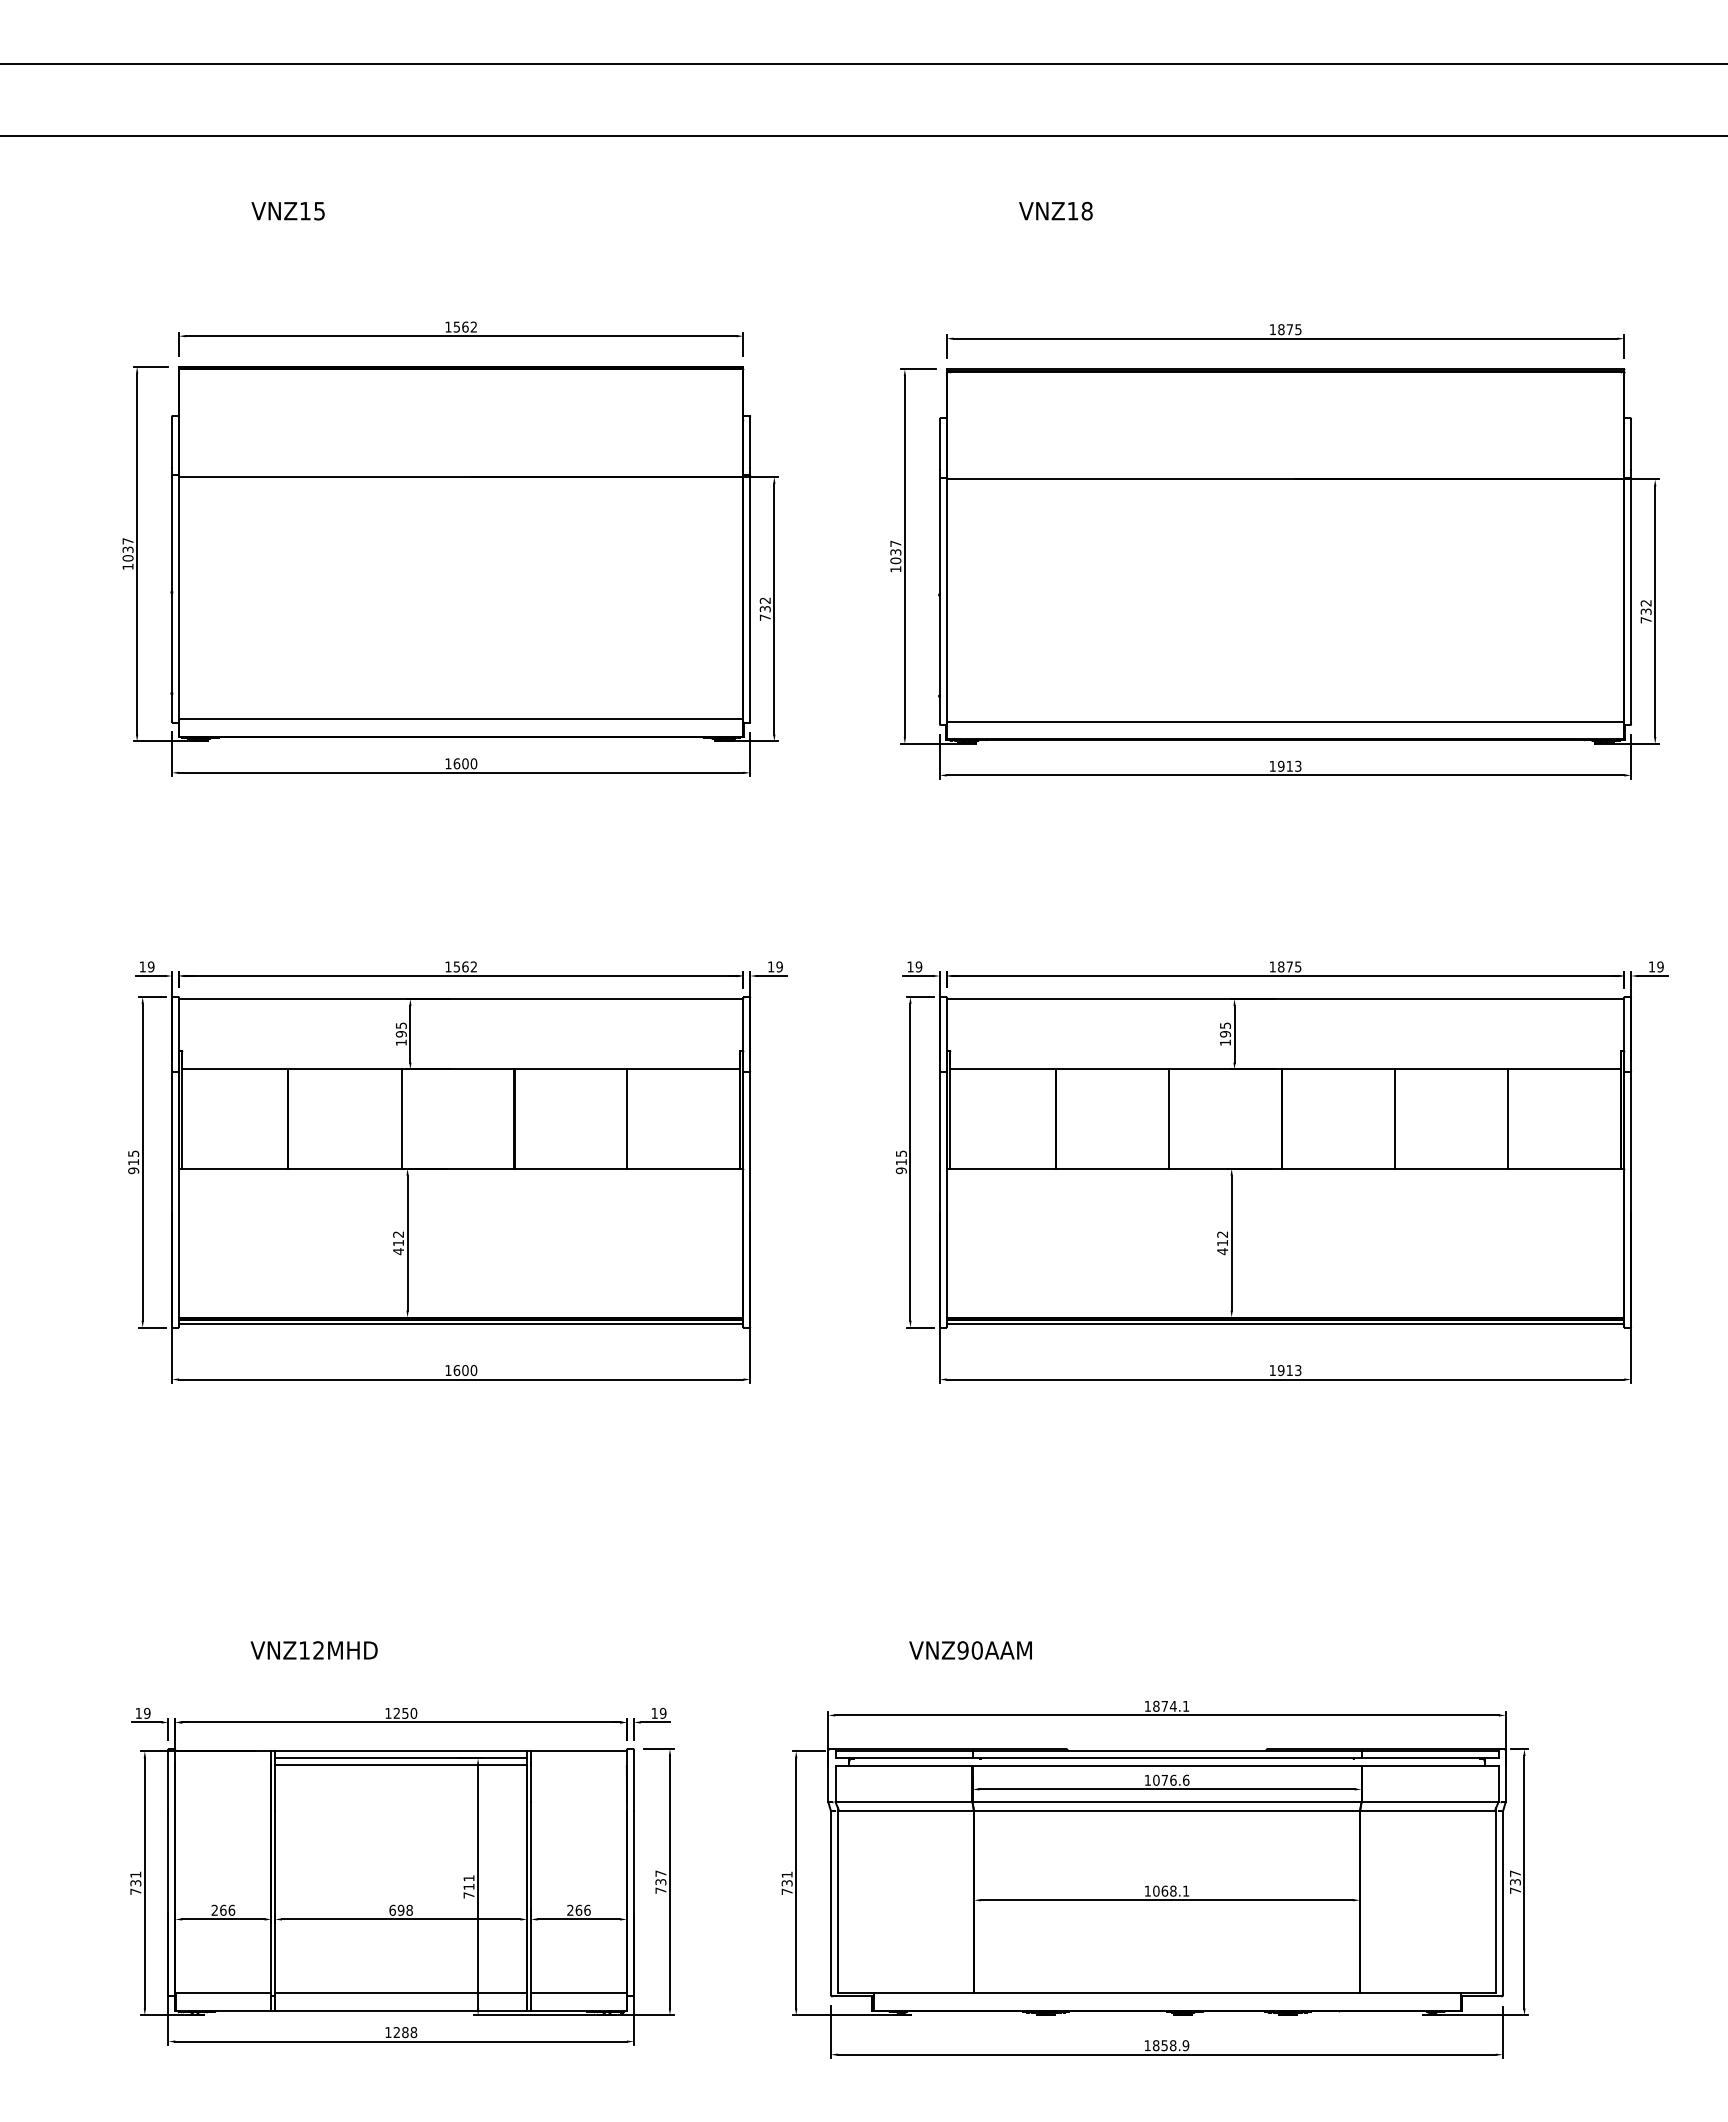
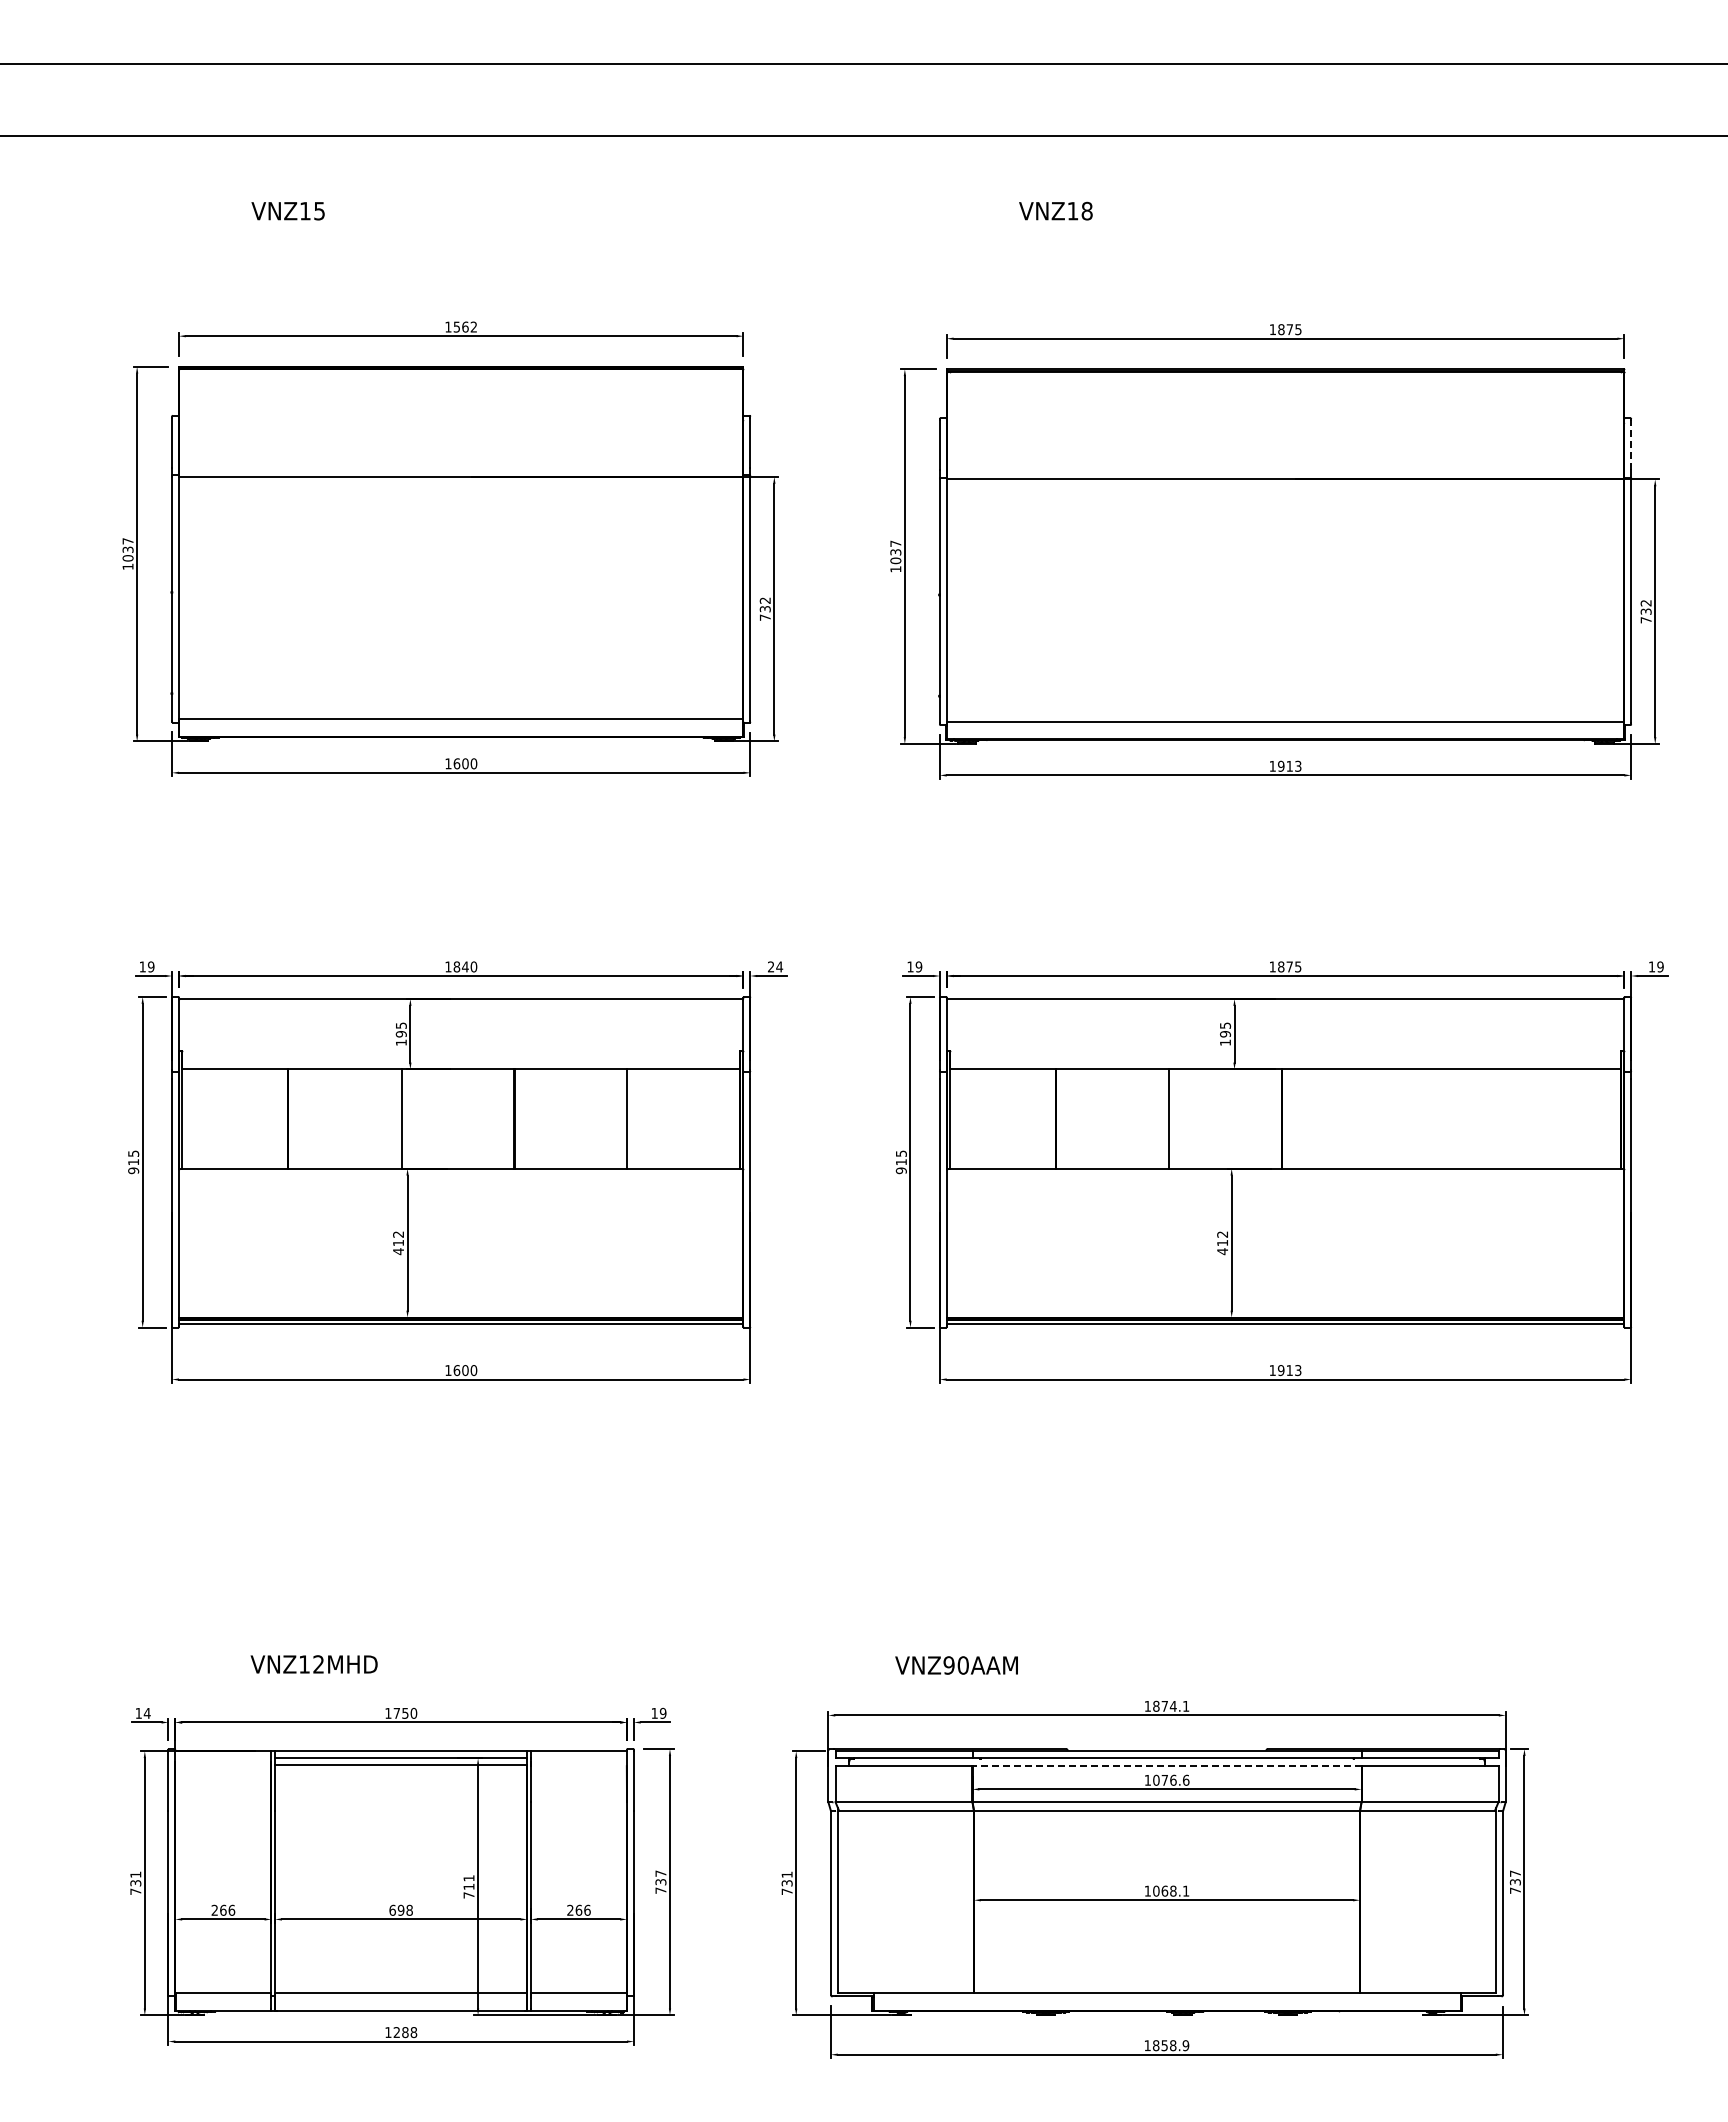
line at (1631, 444): solid -> dashed
text at (465, 966): 1562 -> 1840
text at (775, 966): 19 -> 24
line at (1395, 1118): present -> none
line at (1508, 1118): present -> none
text at (313, 1650) position: (313, 1650) -> (313, 1664)
text at (970, 1650) position: (970, 1650) -> (956, 1665)
text at (146, 1712): 19 -> 14
text at (396, 1712): 1250 -> 1750
line at (1167, 1766): solid -> dashed
